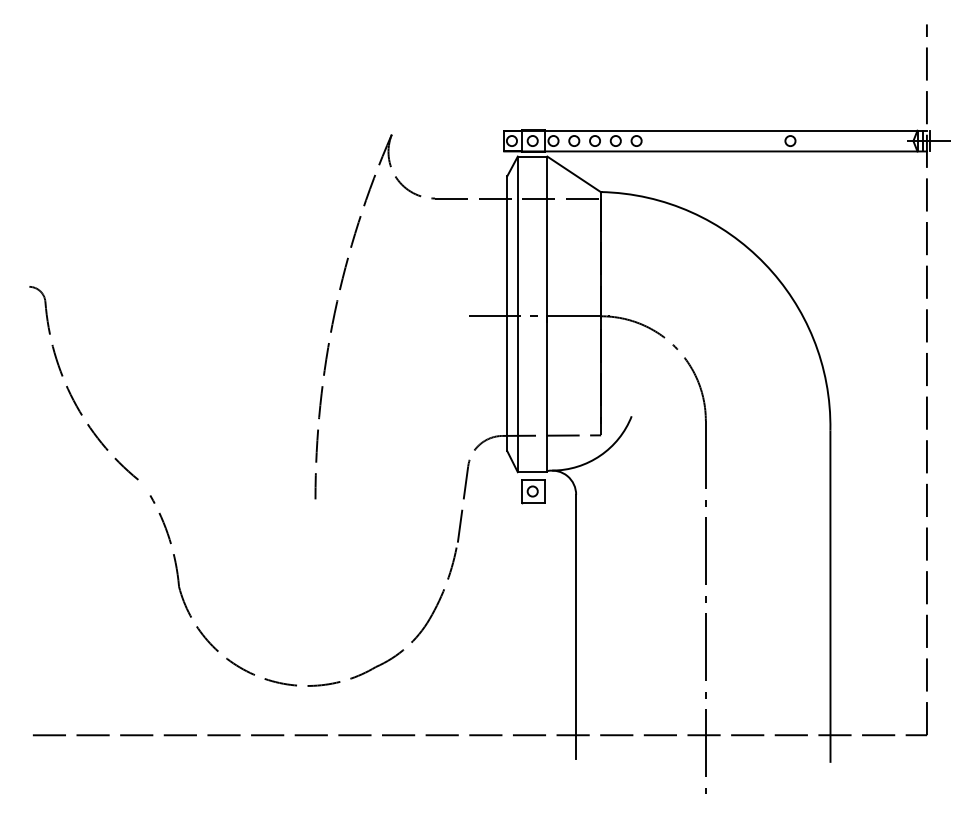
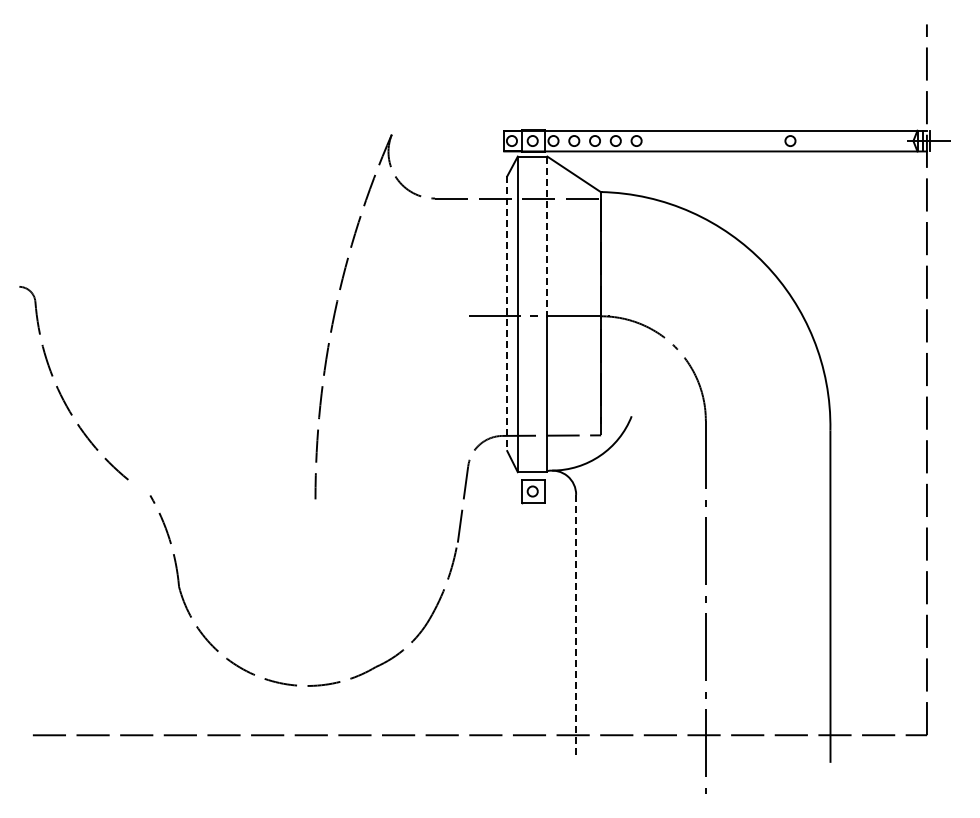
line at (547, 239): solid -> dashed
line at (507, 314): solid -> dashed
part at (69, 389) position: (69, 389) -> (59, 389)
line at (576, 627): solid -> dashed
